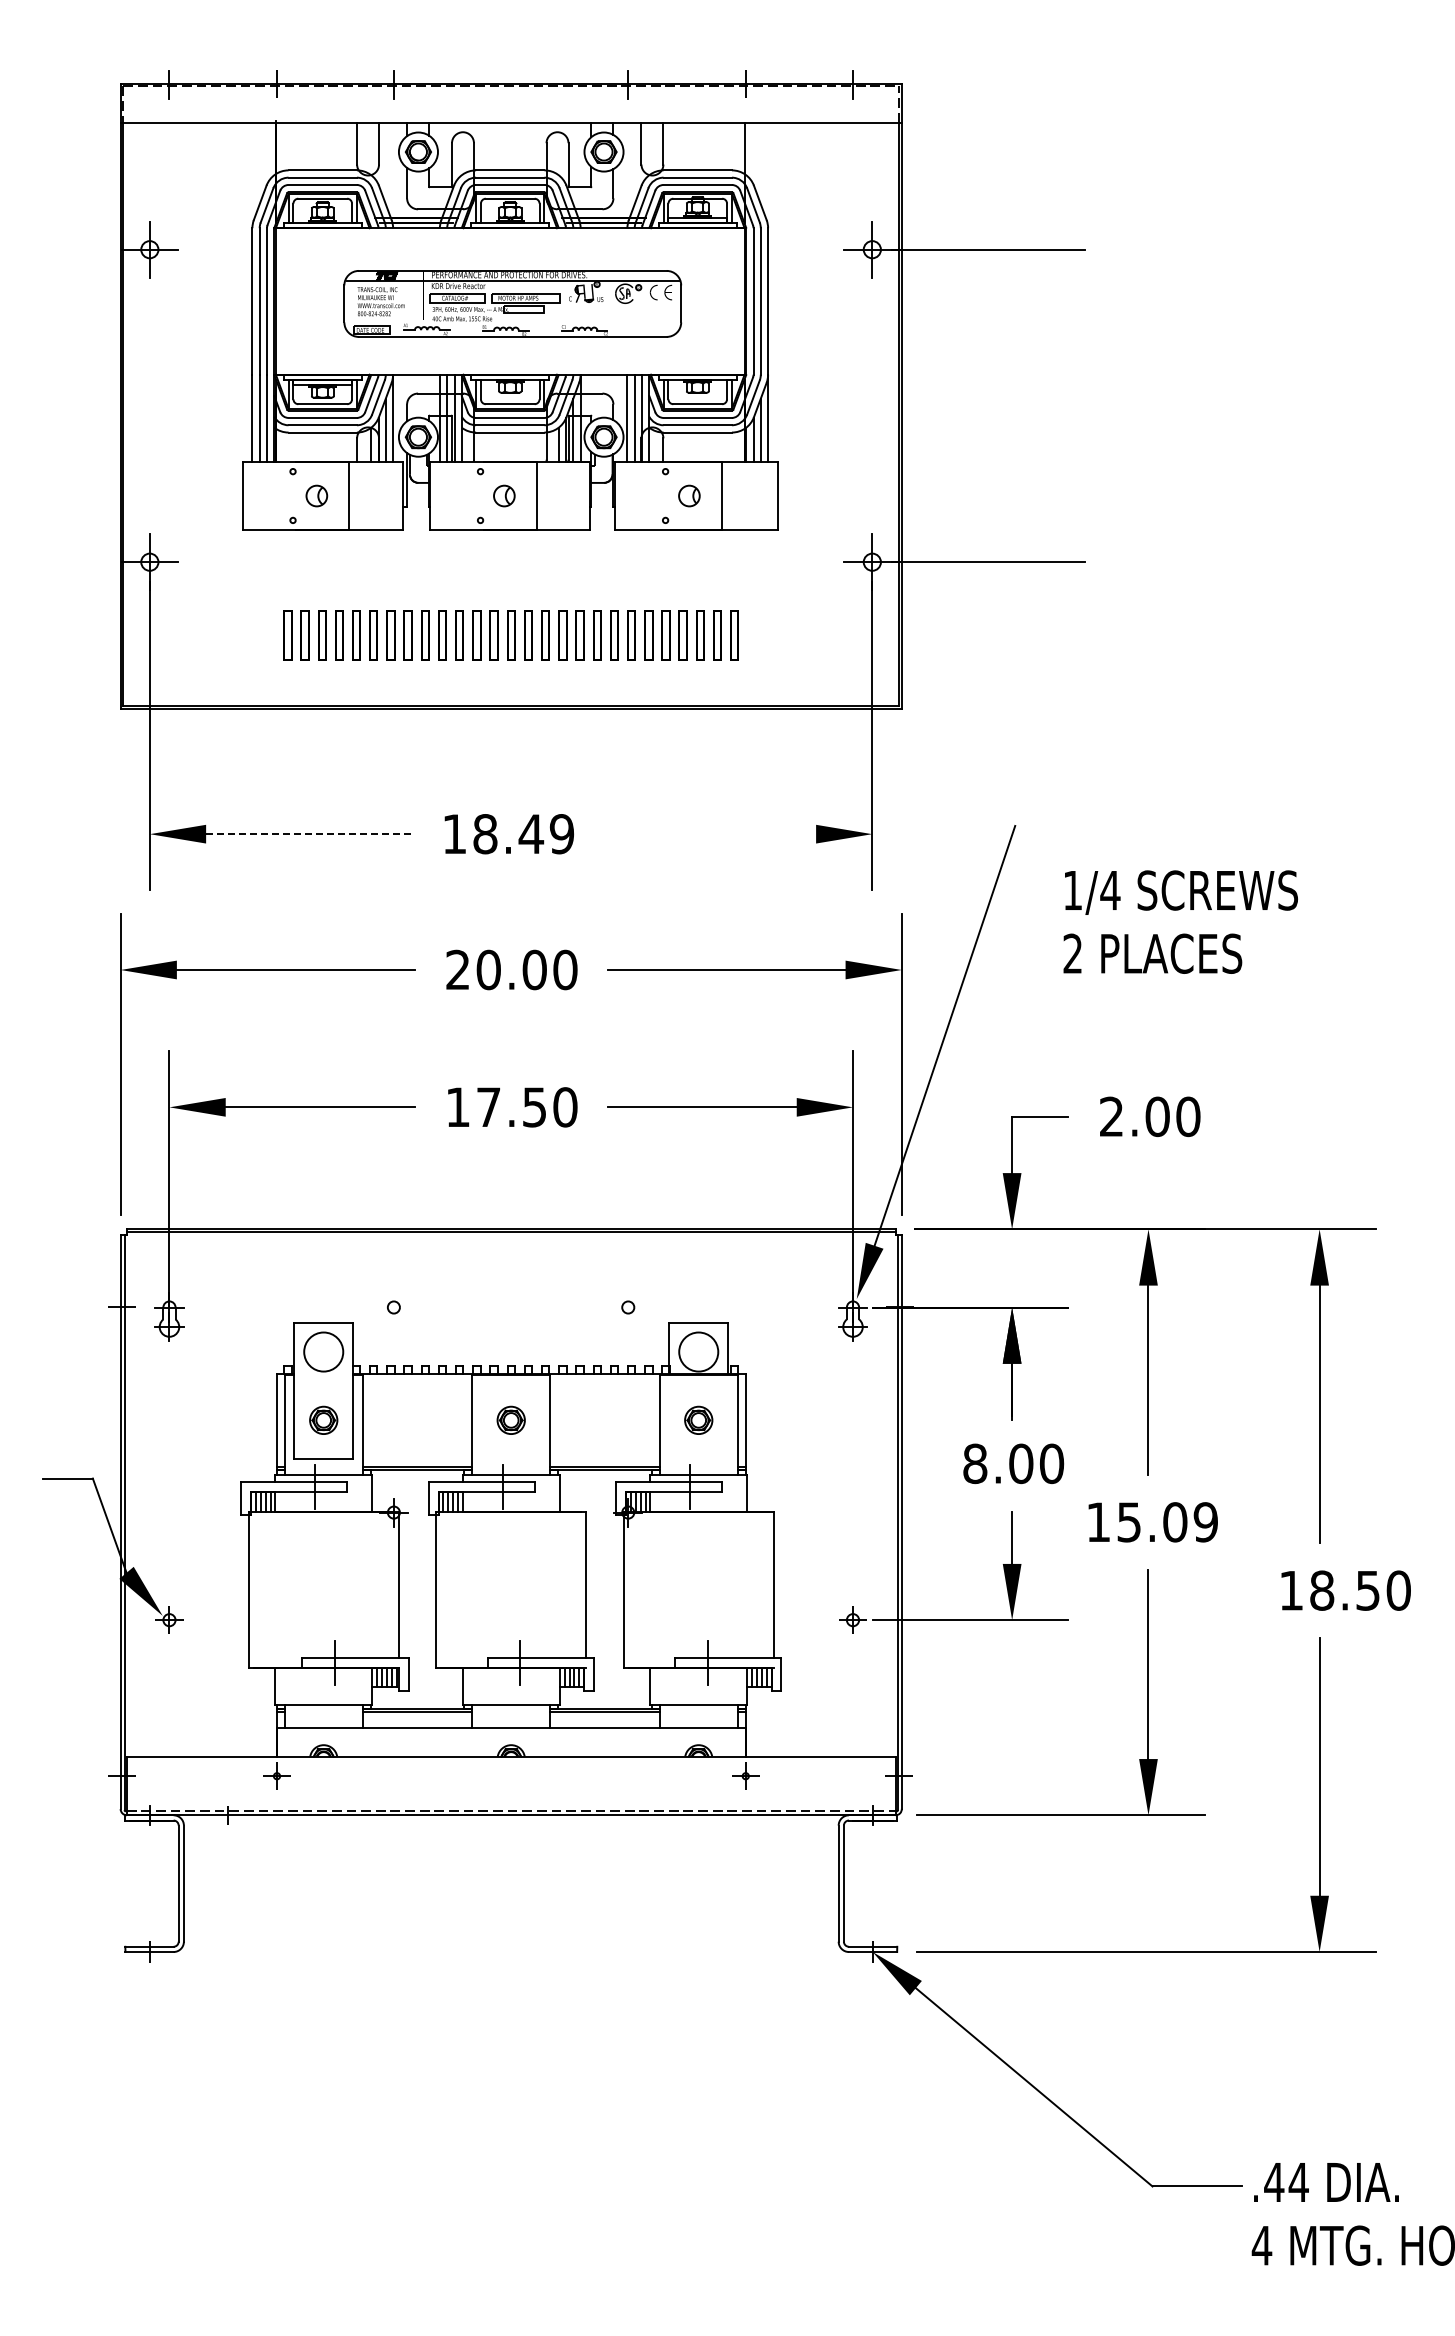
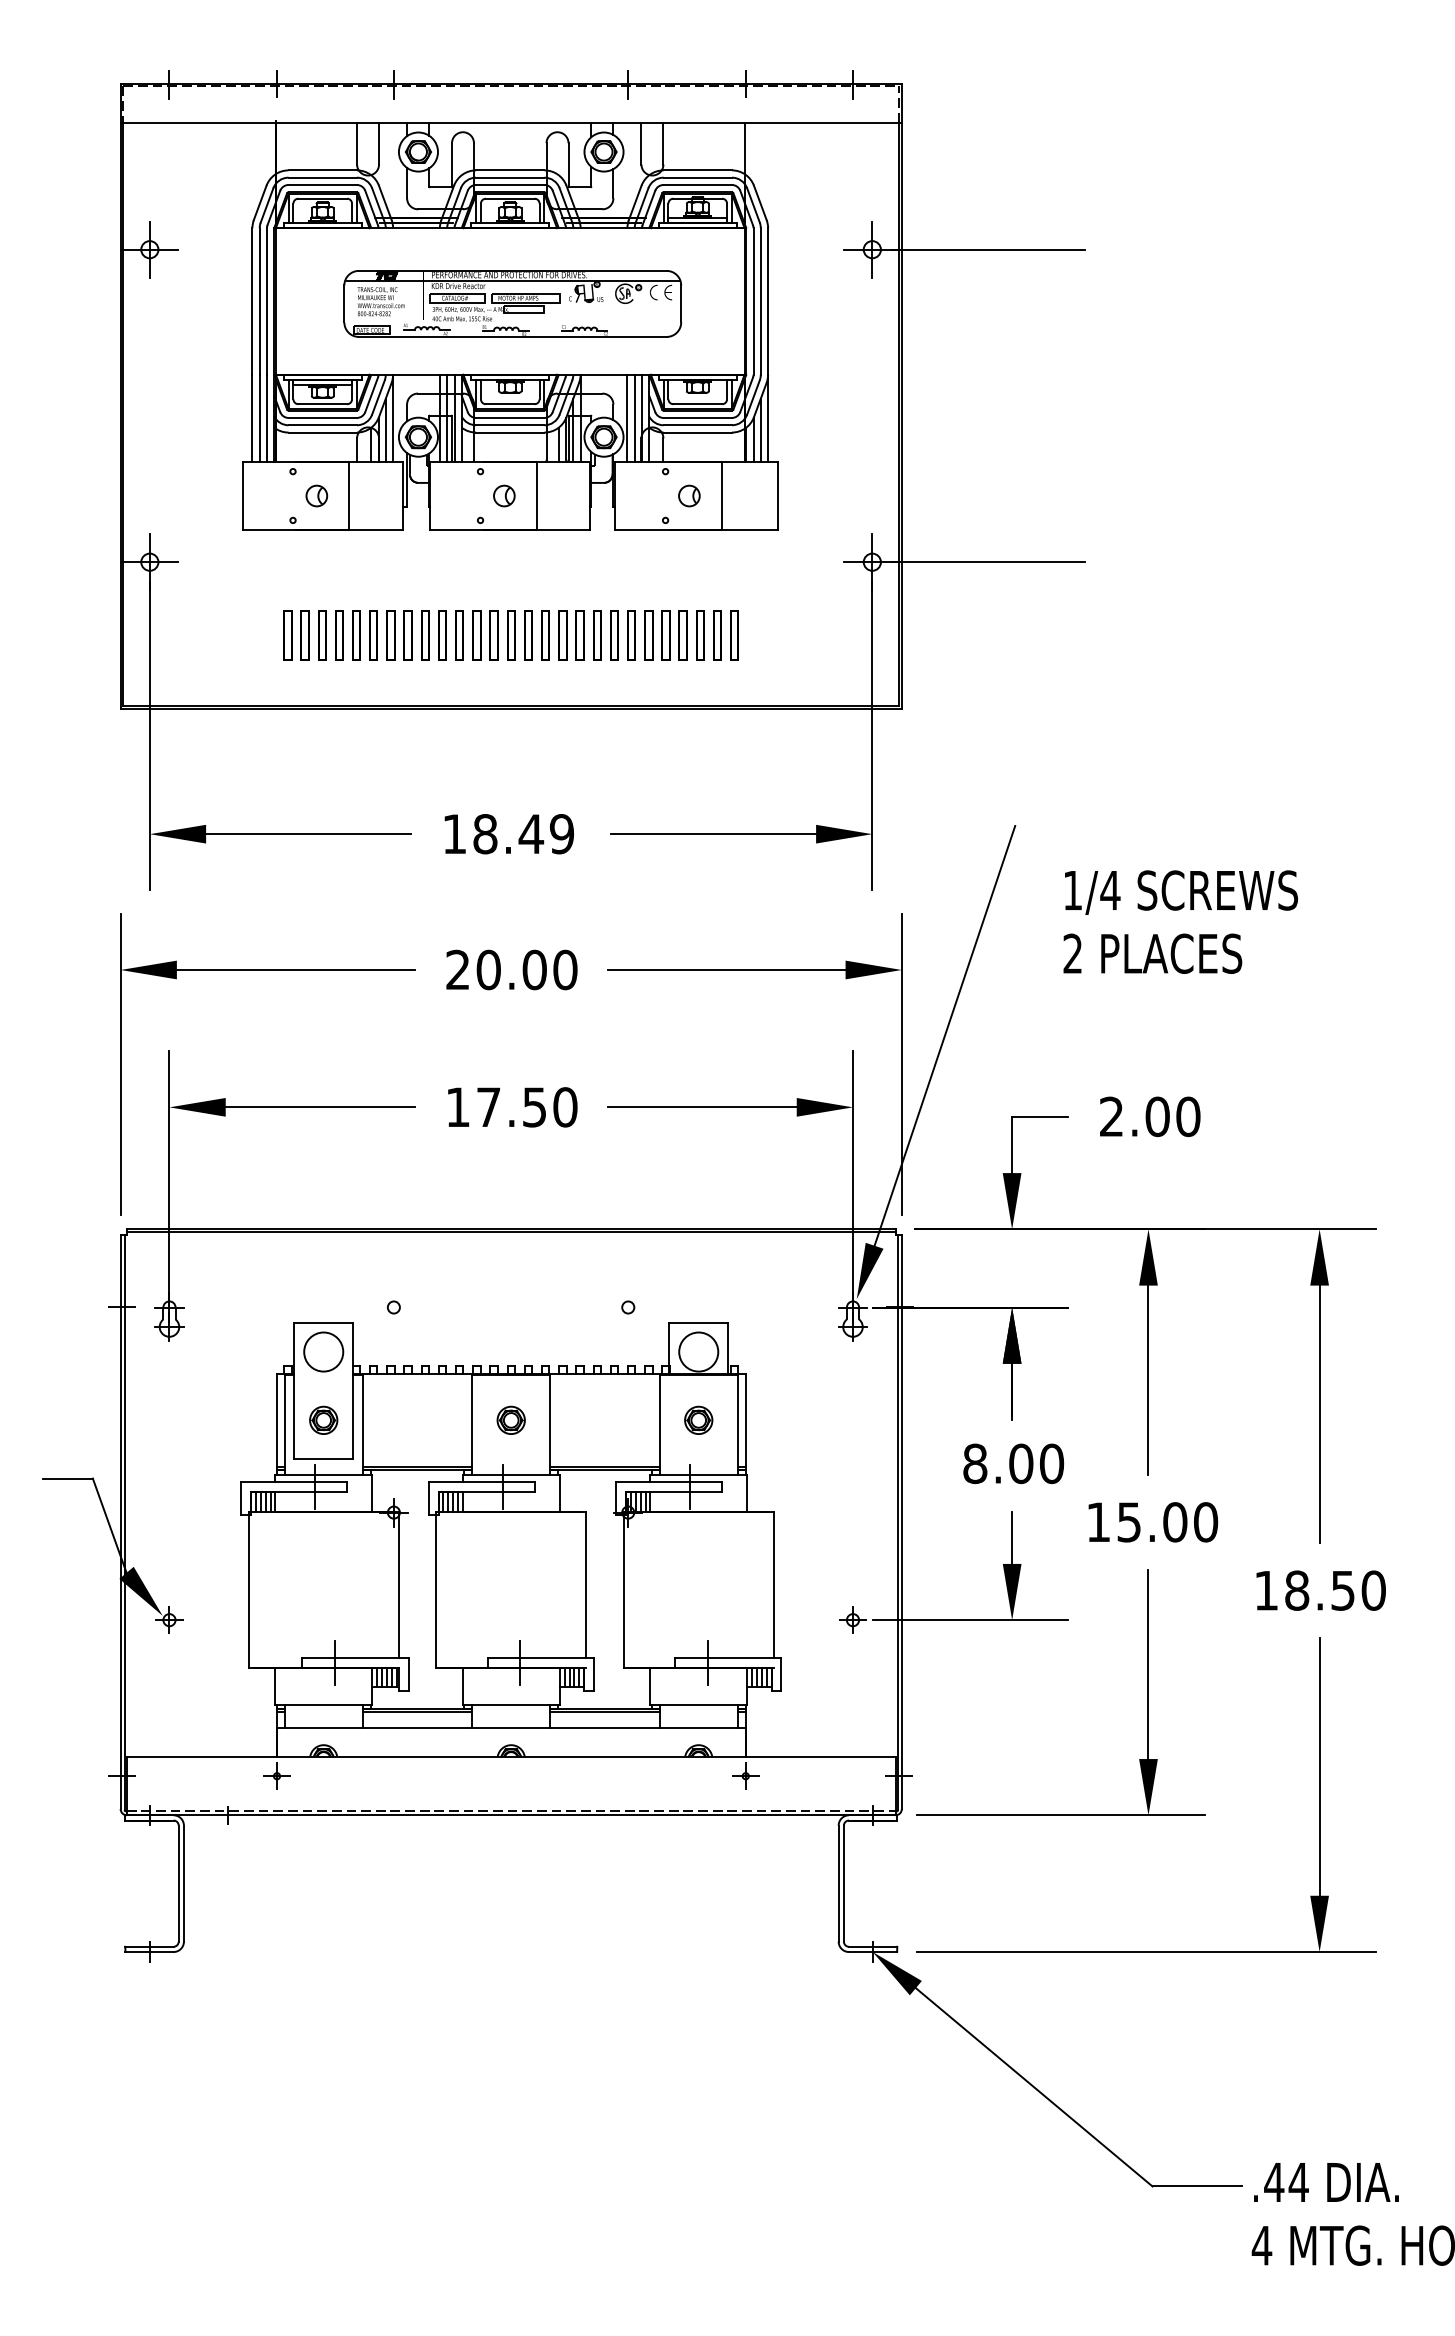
line at (308, 834): dashed -> solid
line at (713, 834): none -> present
text at (1205, 1522): 15.09 -> 15.00
text at (1345, 1590) position: (1345, 1590) -> (1320, 1590)
